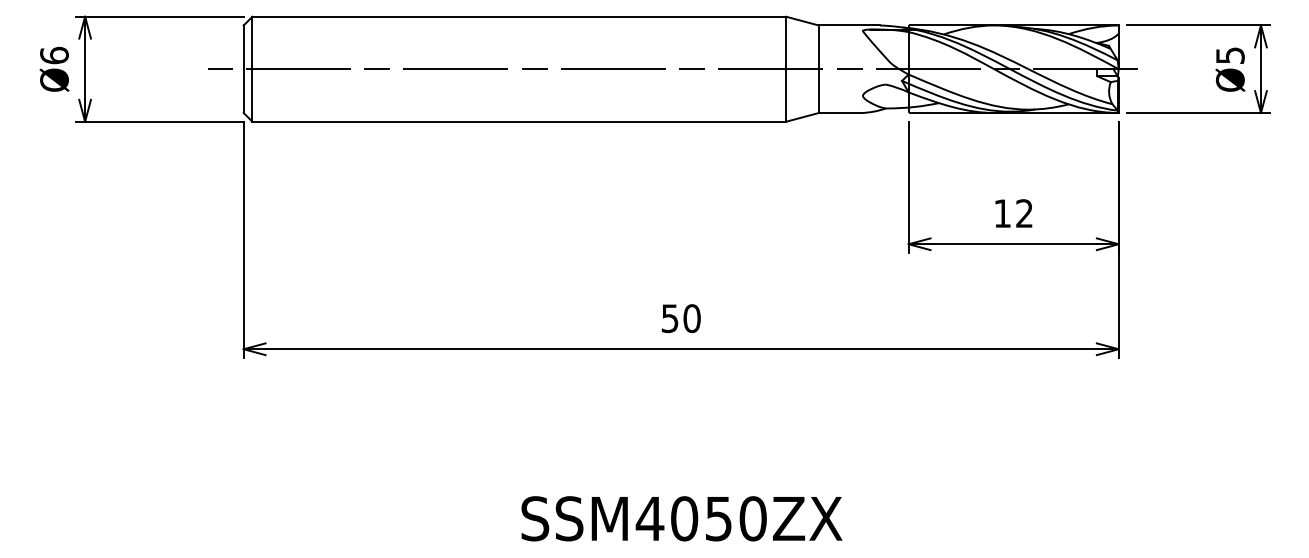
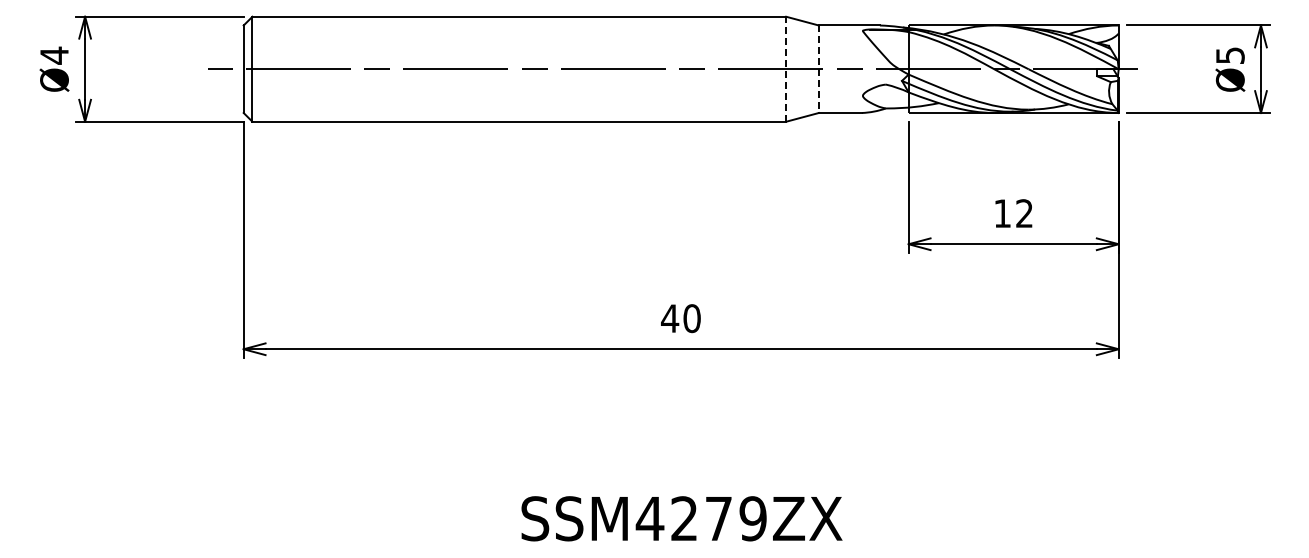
text at (54, 55): Ø6 -> Ø4
line at (786, 69): solid -> dashed
line at (818, 69): solid -> dashed
text at (670, 318): 50 -> 40
text at (718, 518): SSM4050ZX -> SSM4279ZX
